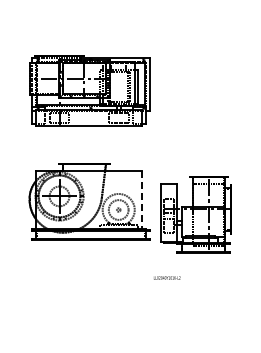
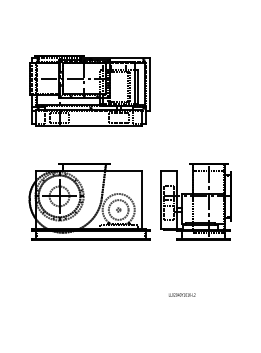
line at (141, 200): dashed -> solid
part at (195, 214) position: (195, 214) -> (195, 201)
text at (167, 277) position: (167, 277) -> (182, 294)
